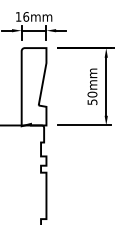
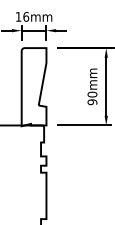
text at (92, 102): 50mm -> 90mm
